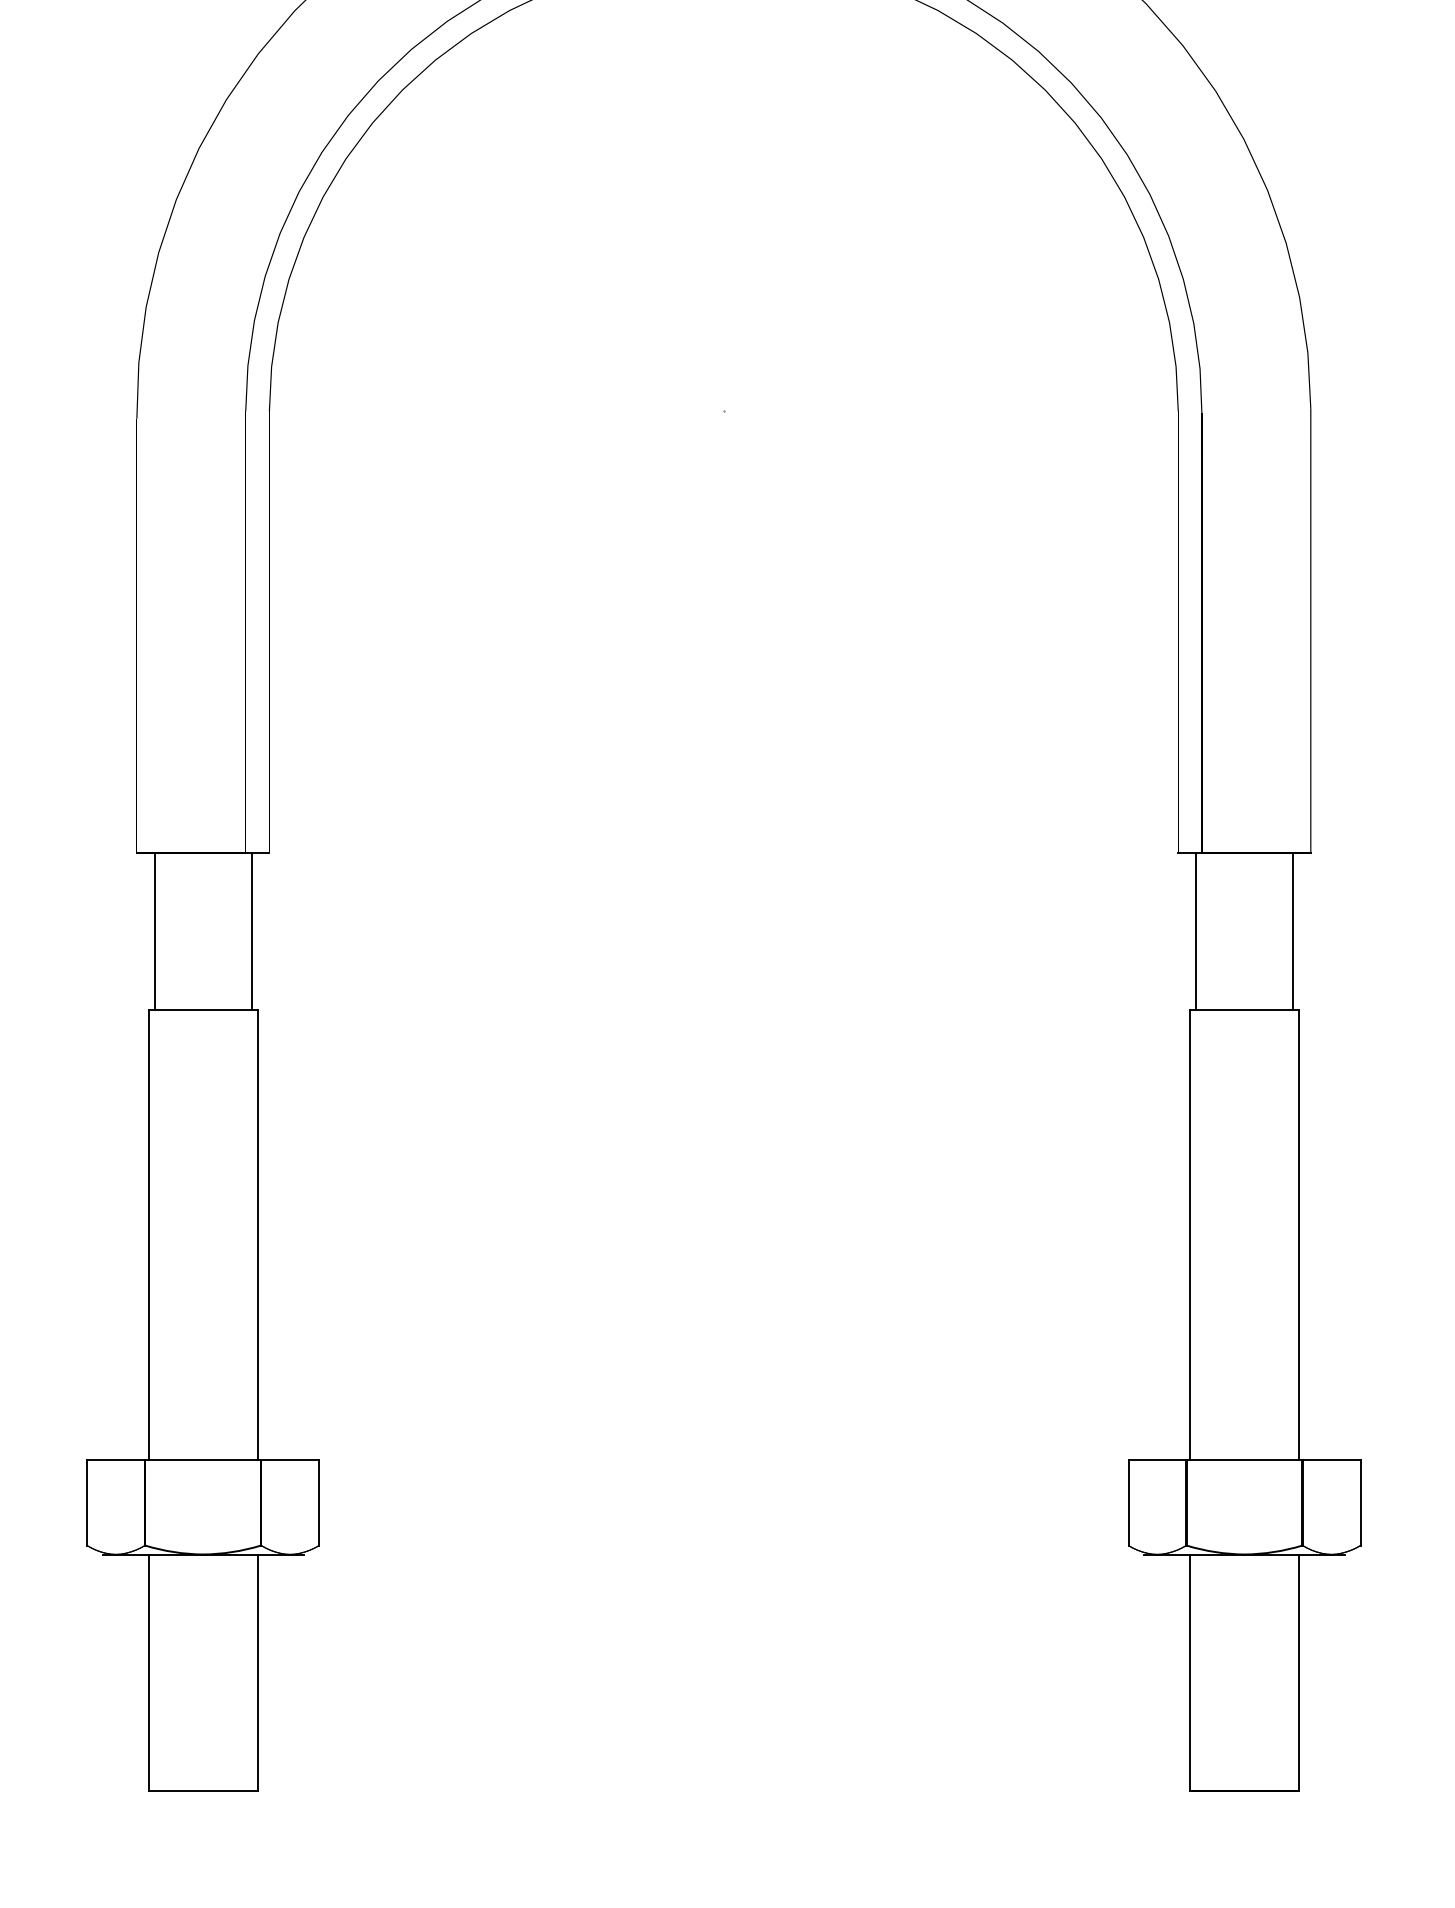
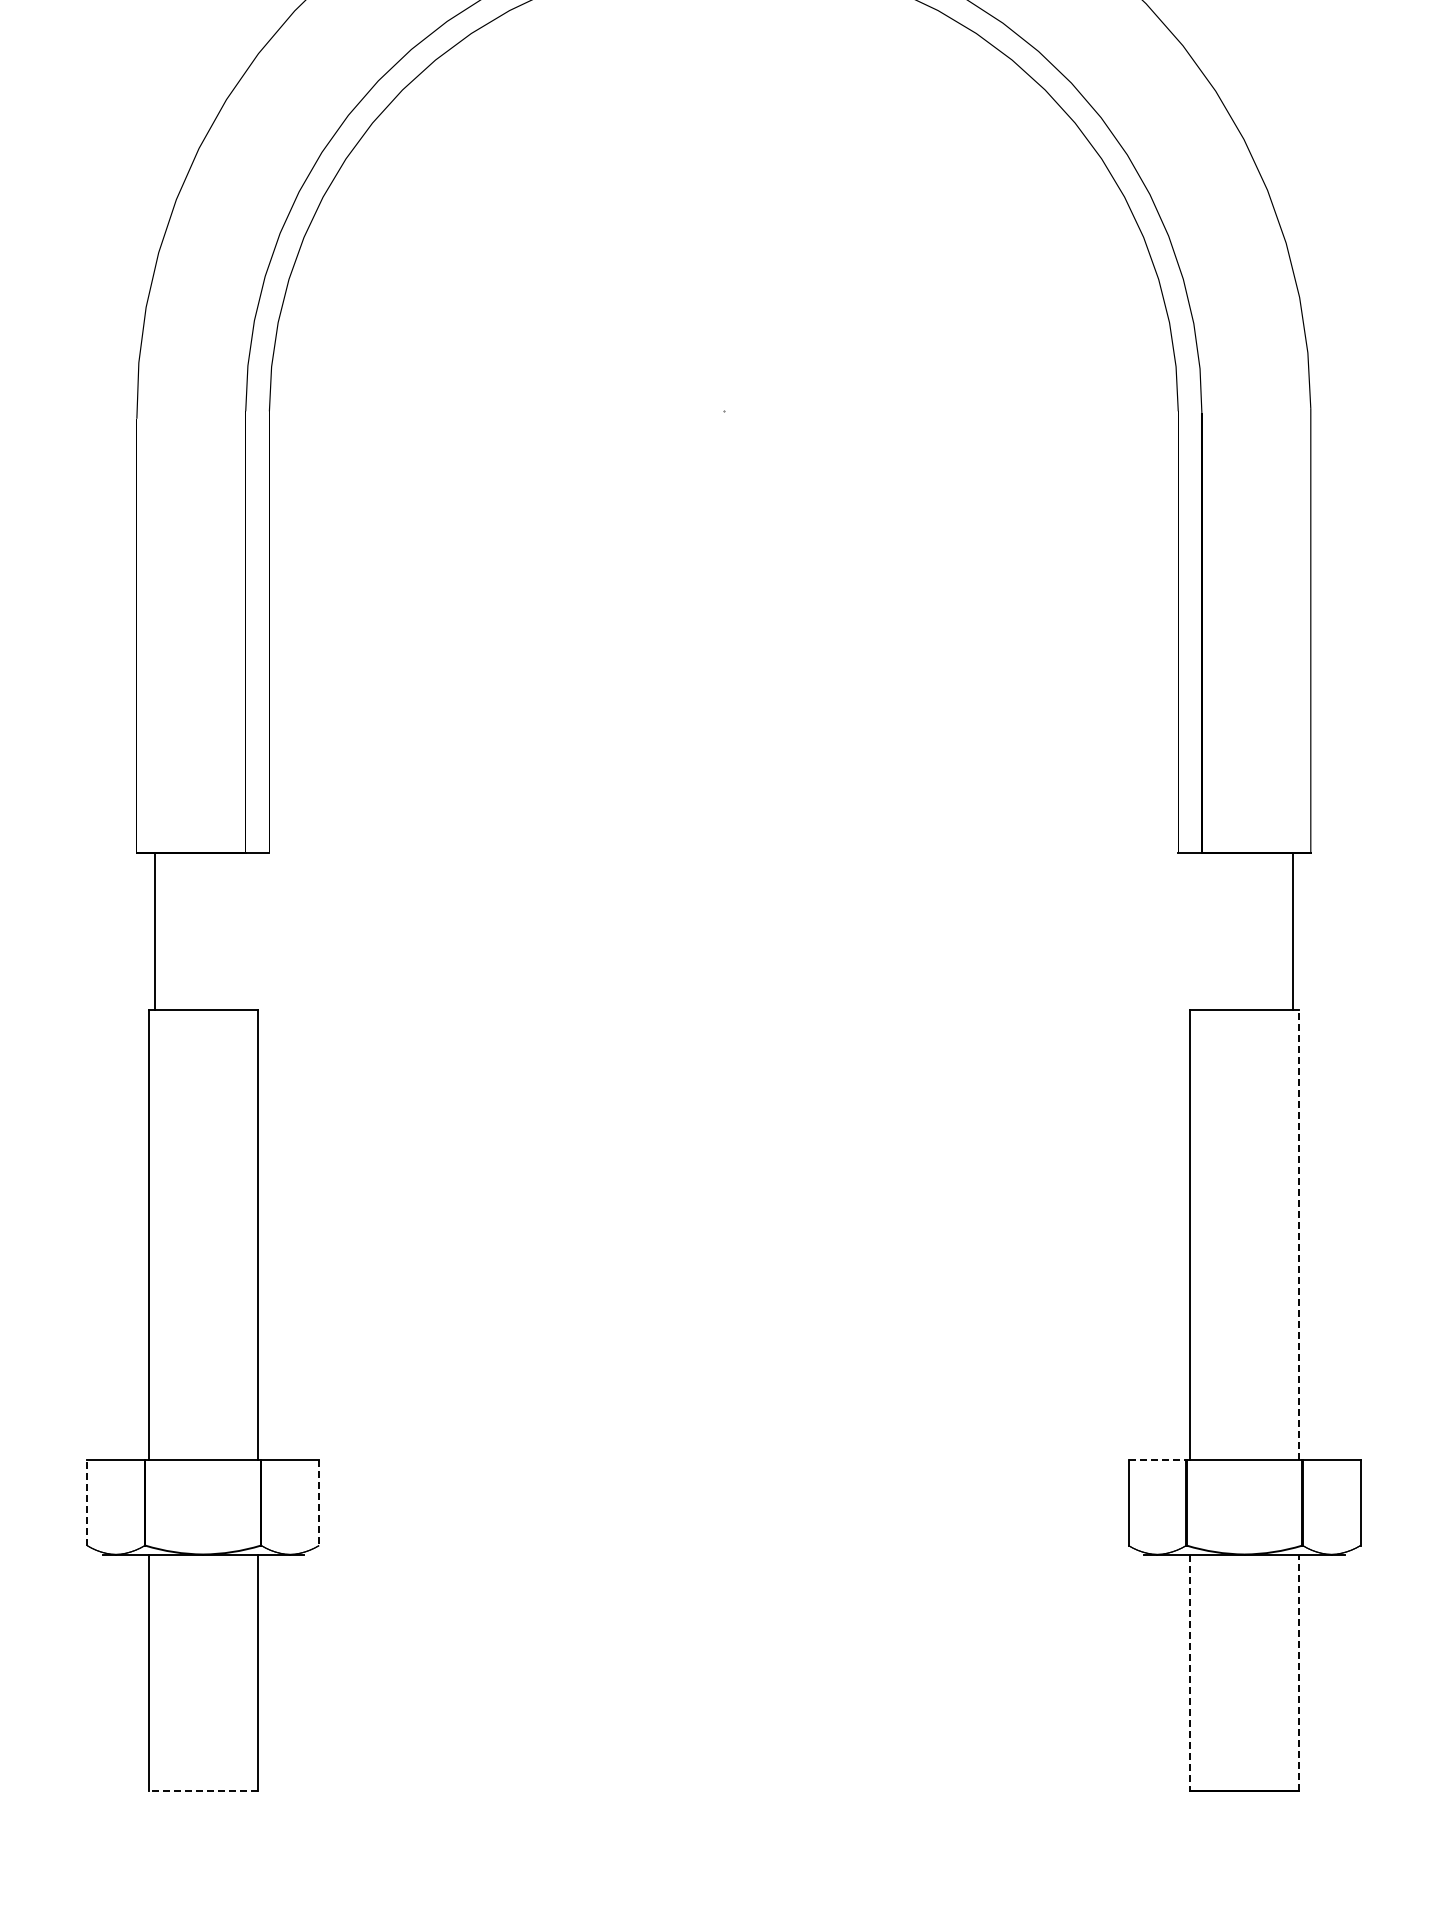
line at (251, 931): present -> none
line at (1196, 931): present -> none
line at (1298, 1234): solid -> dashed
line at (1157, 1459): solid -> dashed
line at (87, 1502): solid -> dashed
line at (319, 1502): solid -> dashed
line at (1298, 1672): solid -> dashed
line at (1190, 1673): solid -> dashed
line at (202, 1791): solid -> dashed
